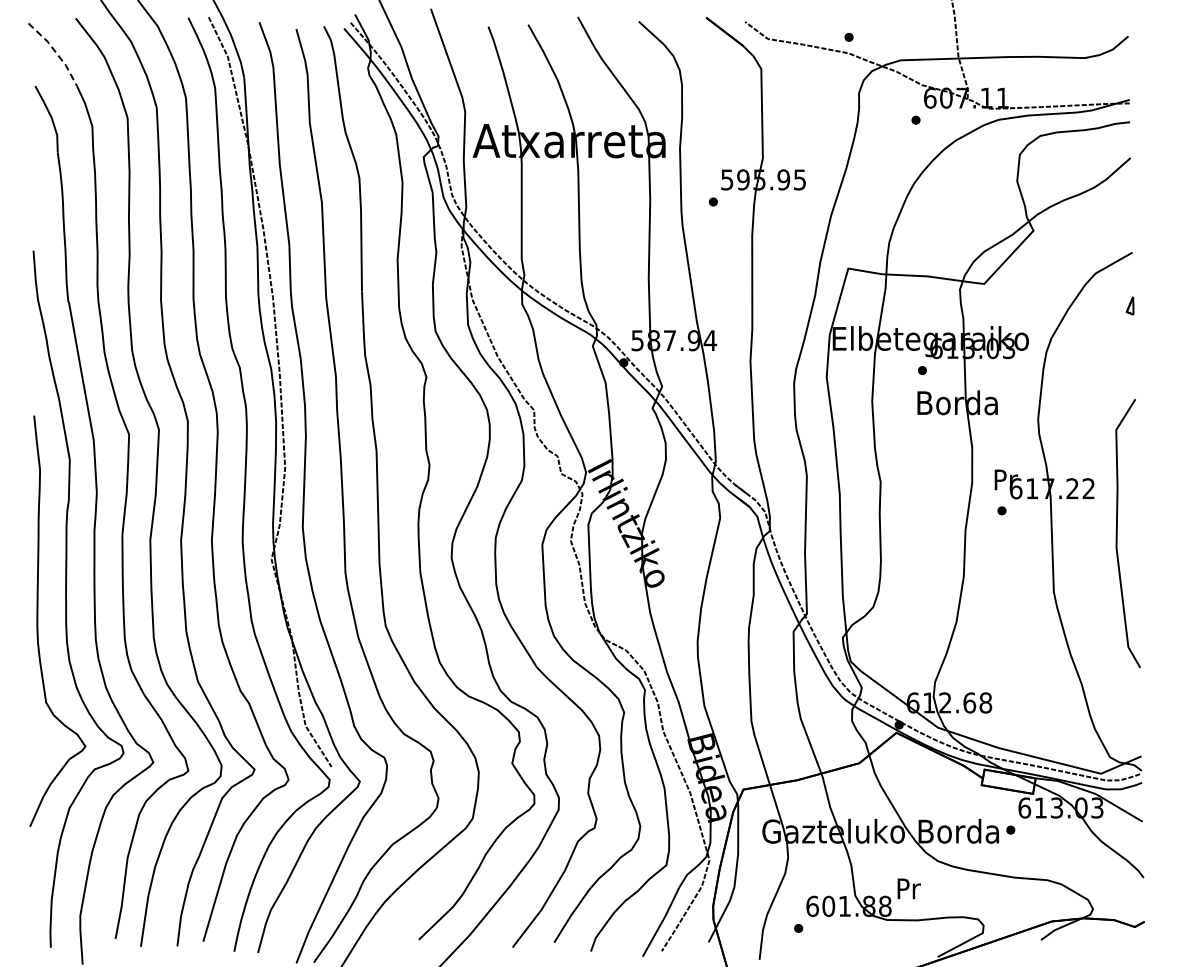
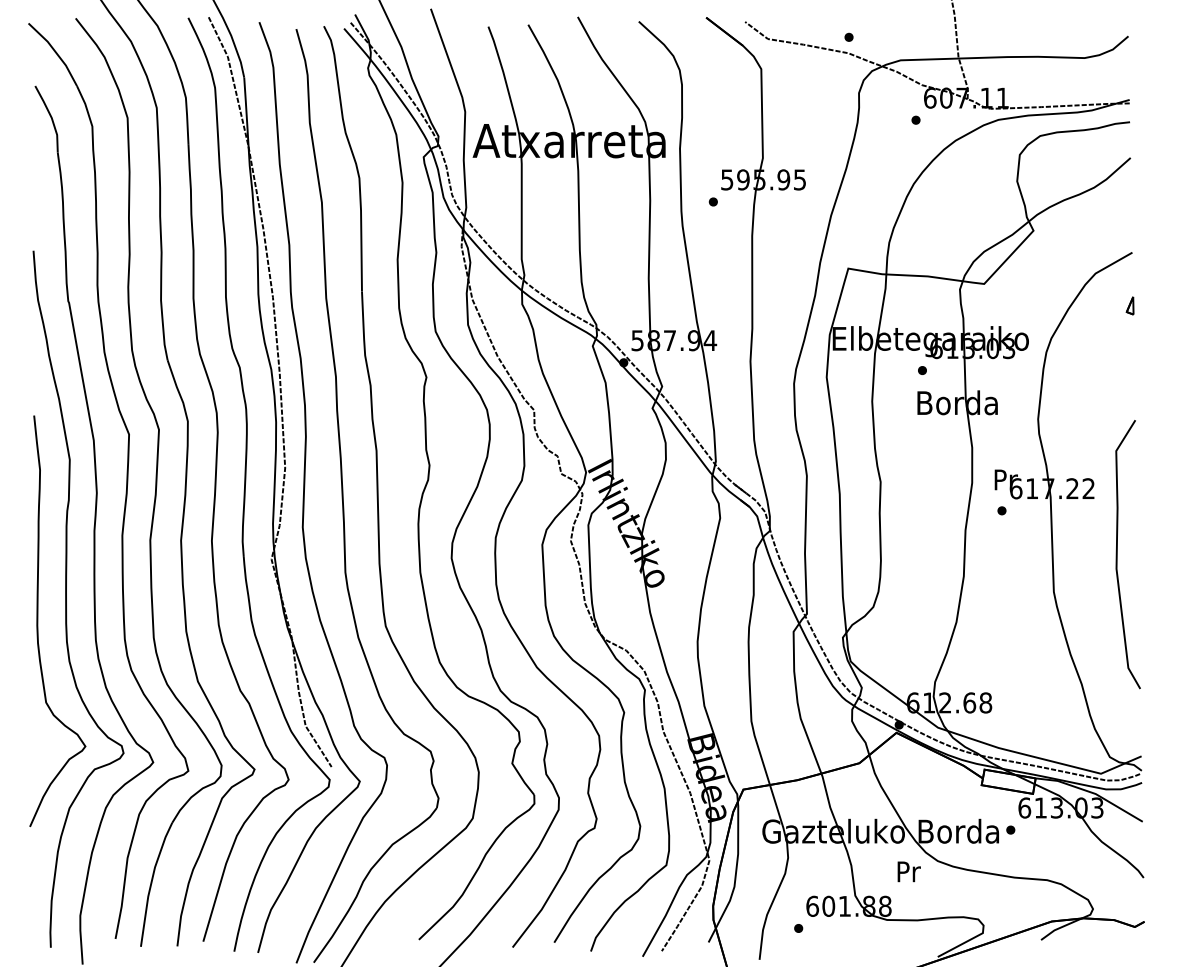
line at (56, 52): dashed -> solid
curve at (1117, 533) position: (1117, 533) -> (1117, 554)
text at (908, 888) position: (908, 888) -> (908, 871)
